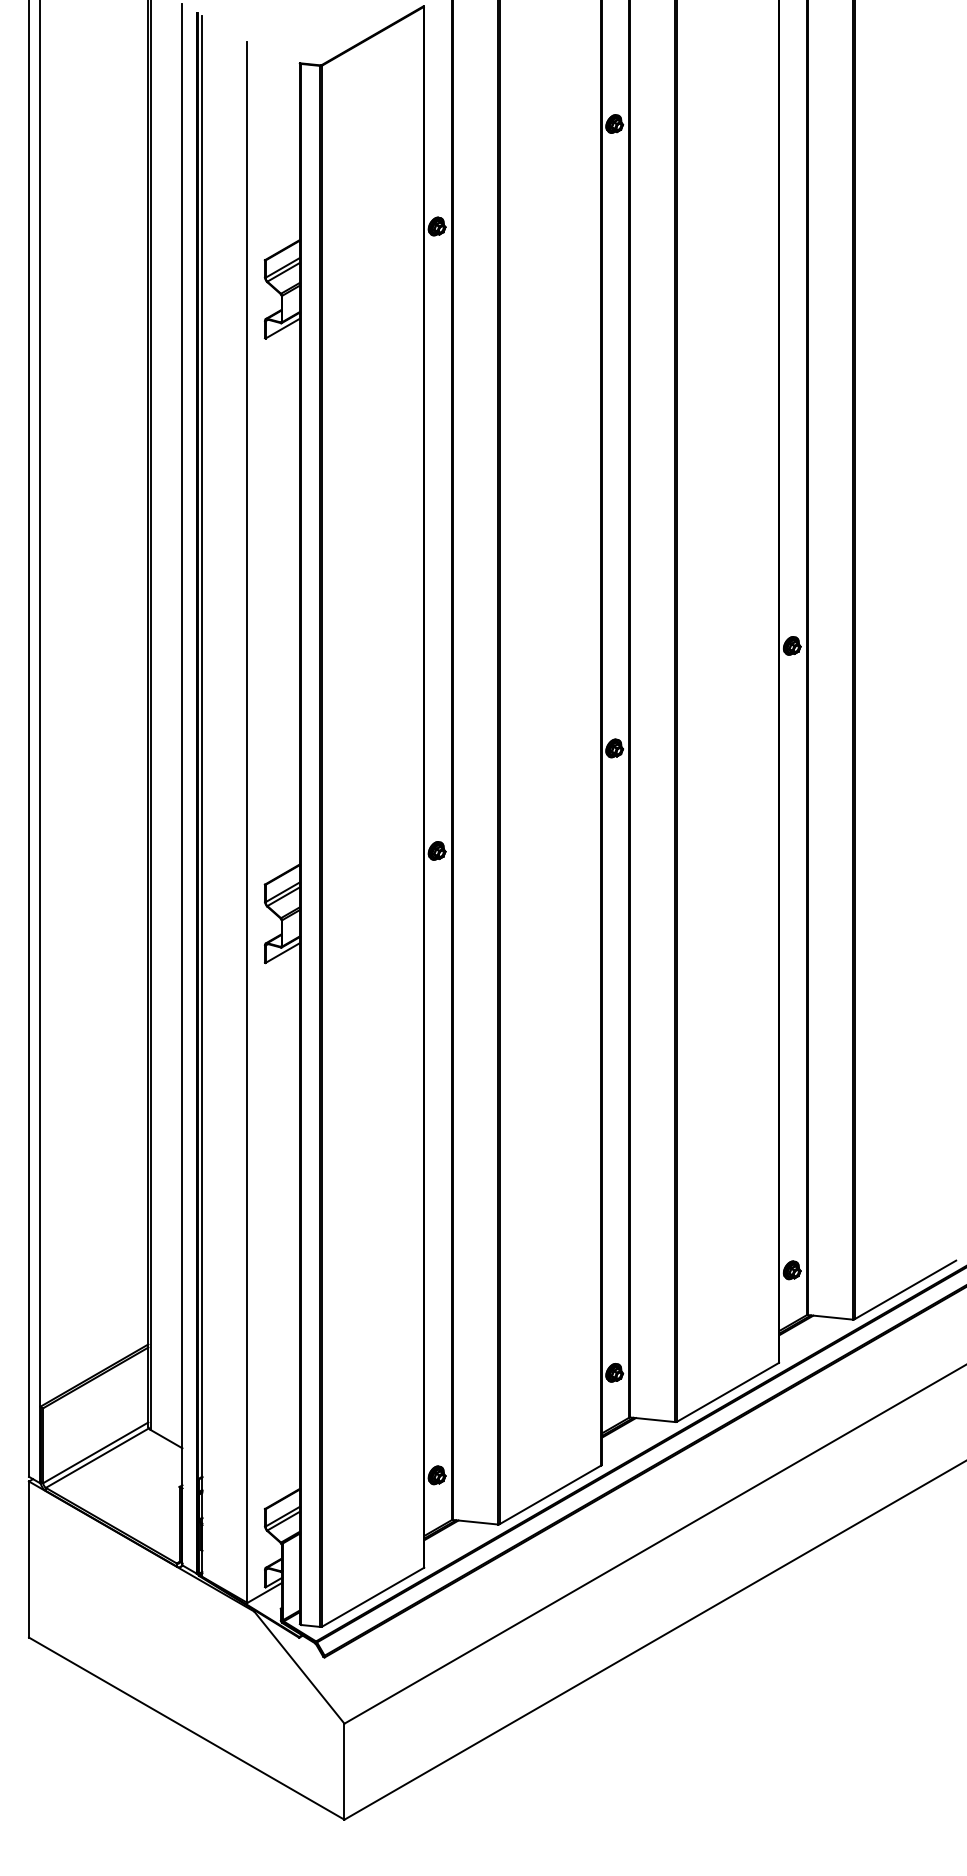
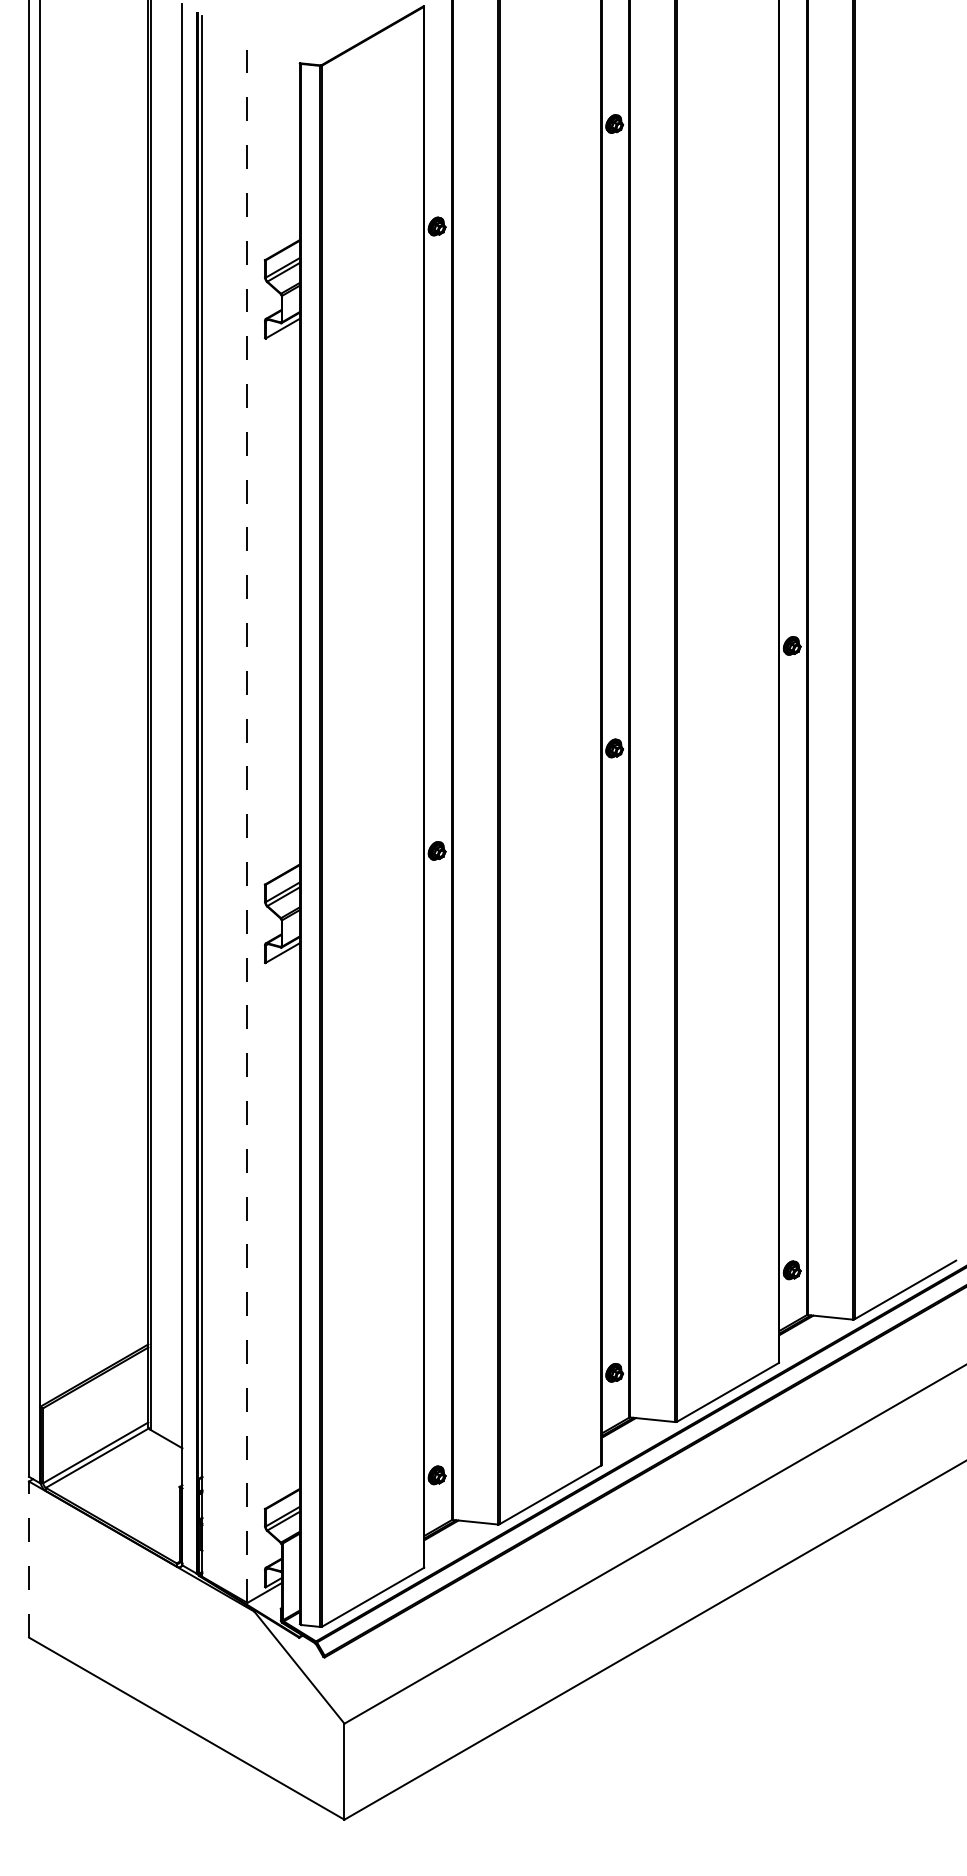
line at (247, 822): solid -> dashed
line at (29, 1559): solid -> dashed
